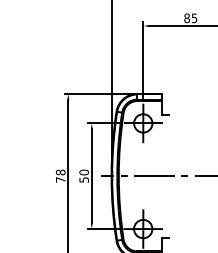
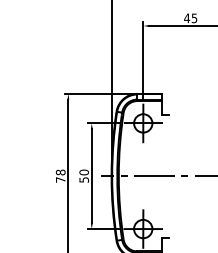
text at (187, 18): 85 -> 45
